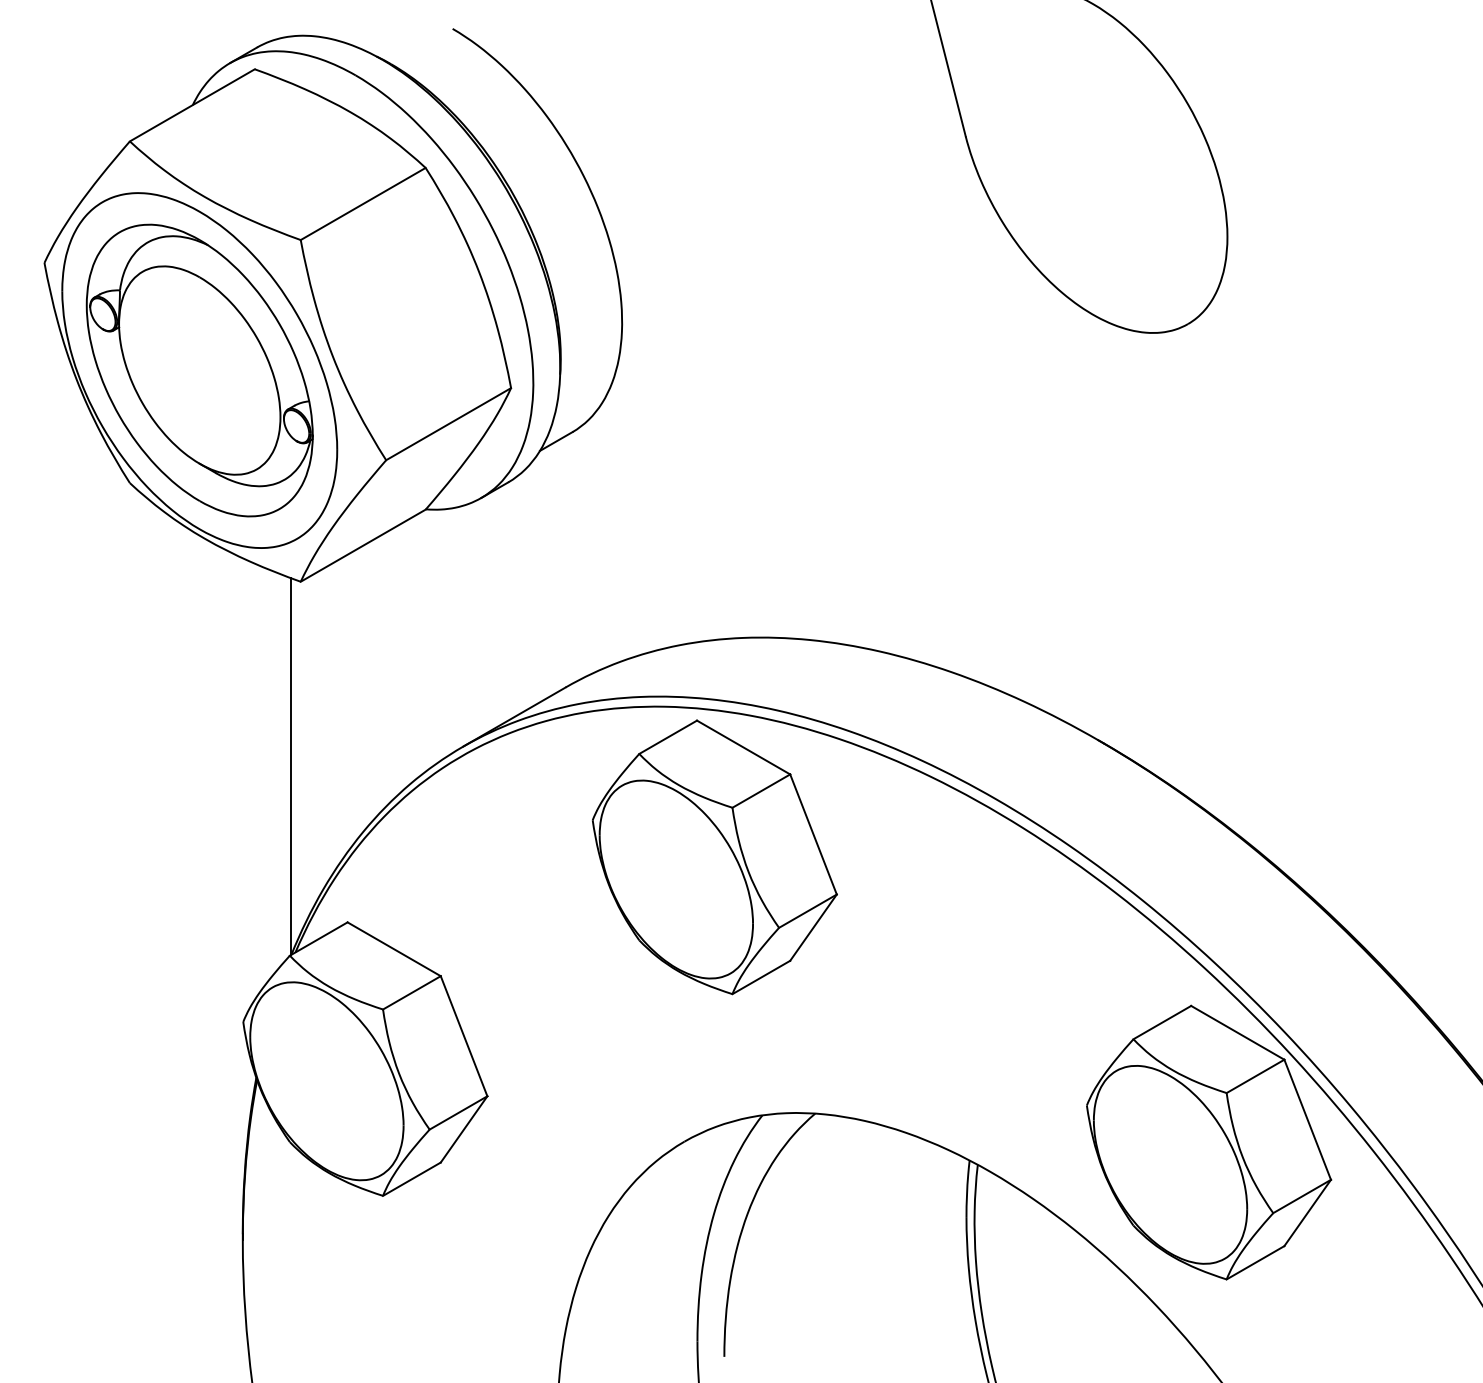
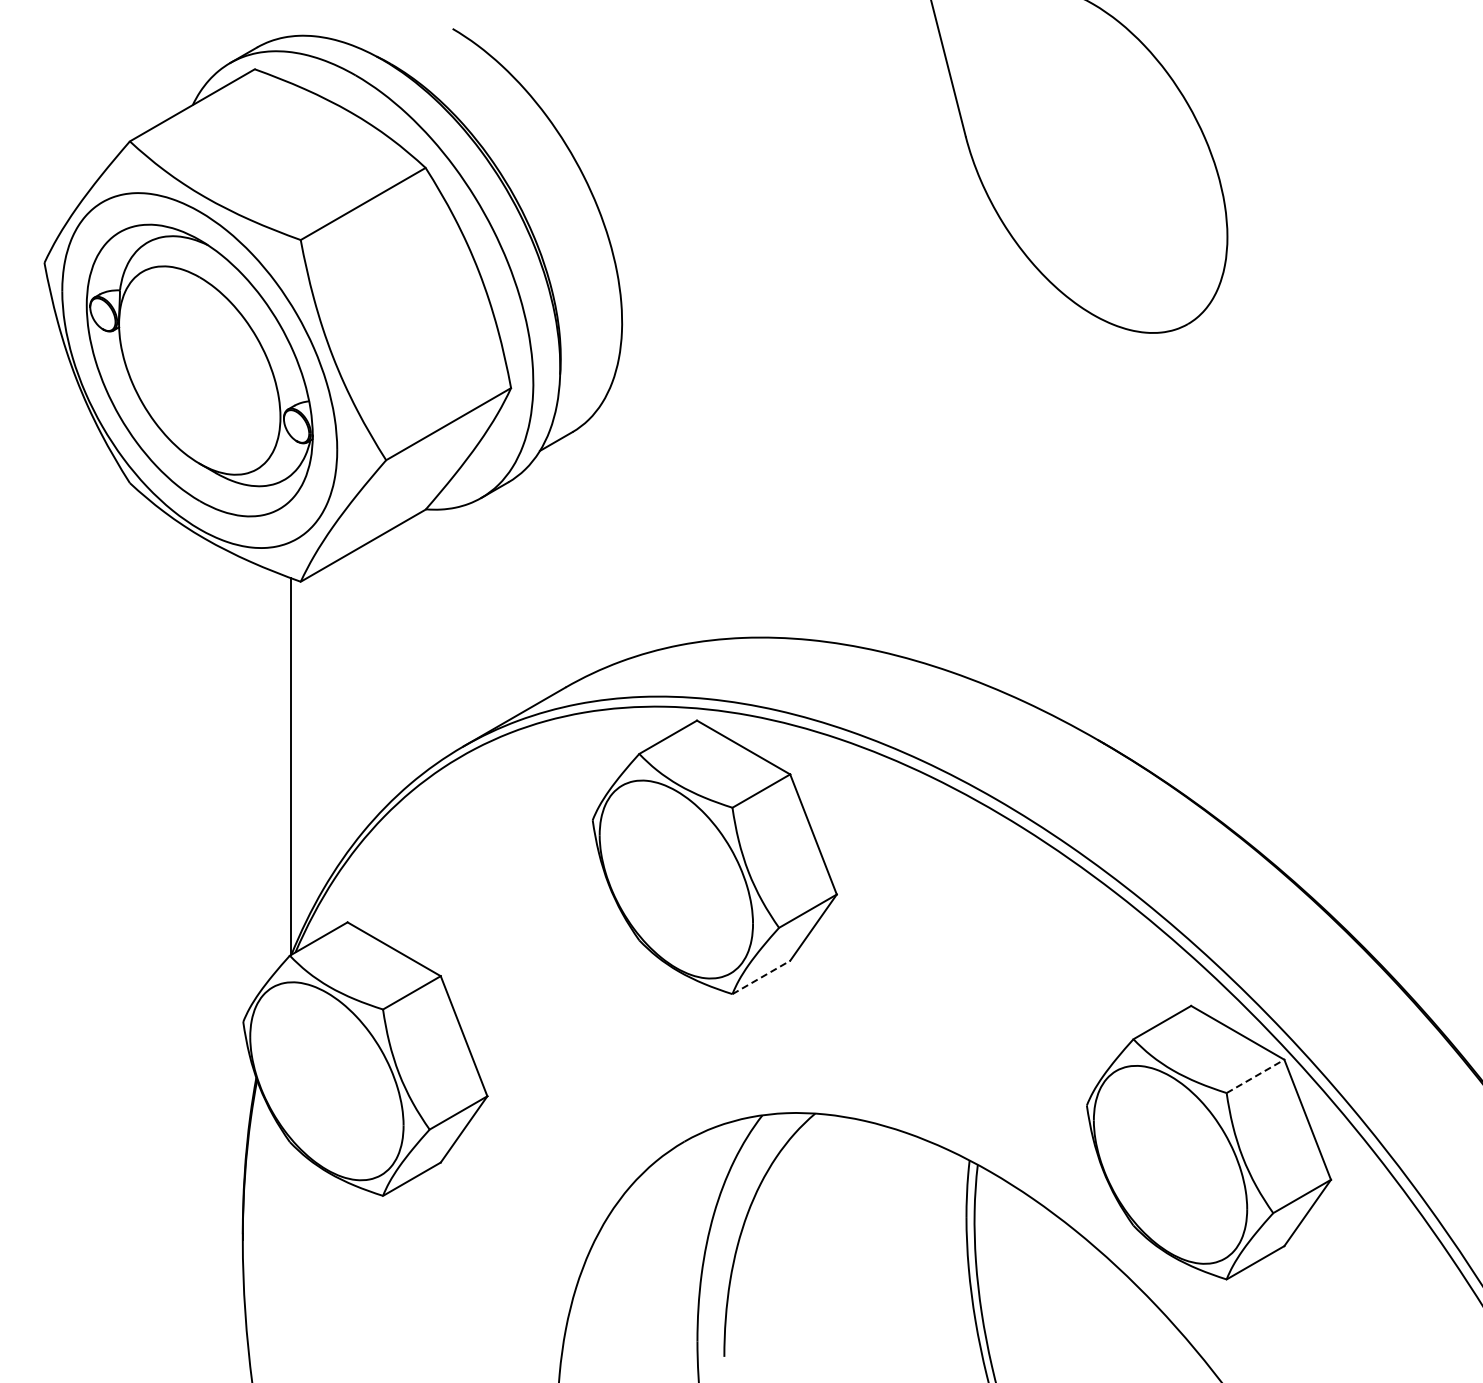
line at (761, 977): solid -> dashed
line at (1255, 1076): solid -> dashed
